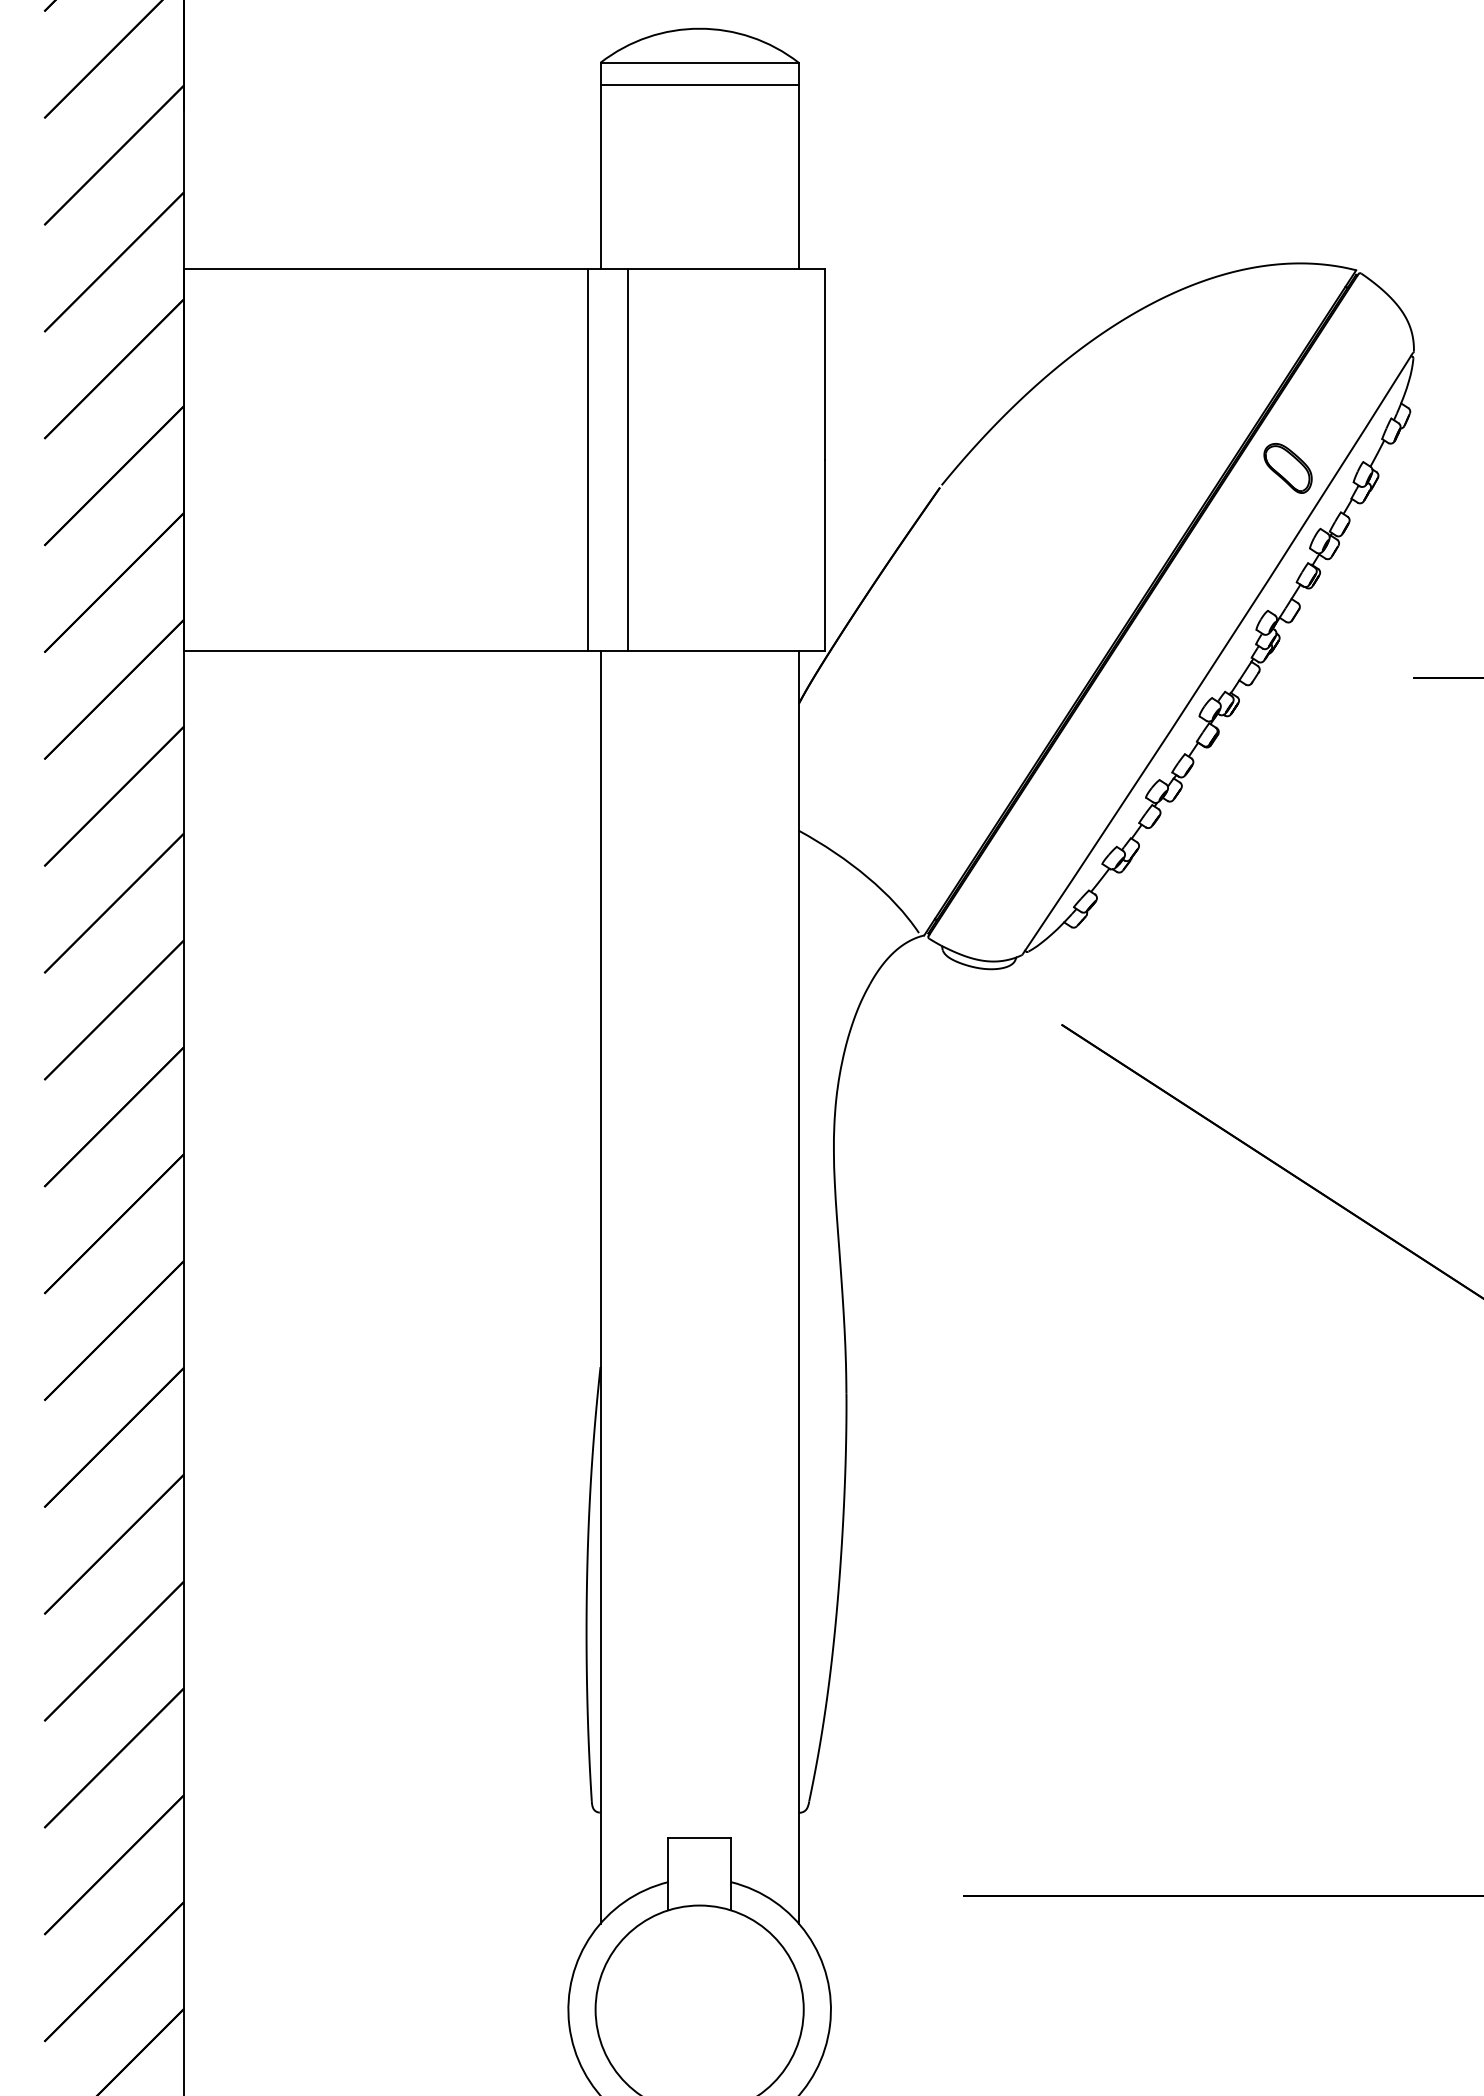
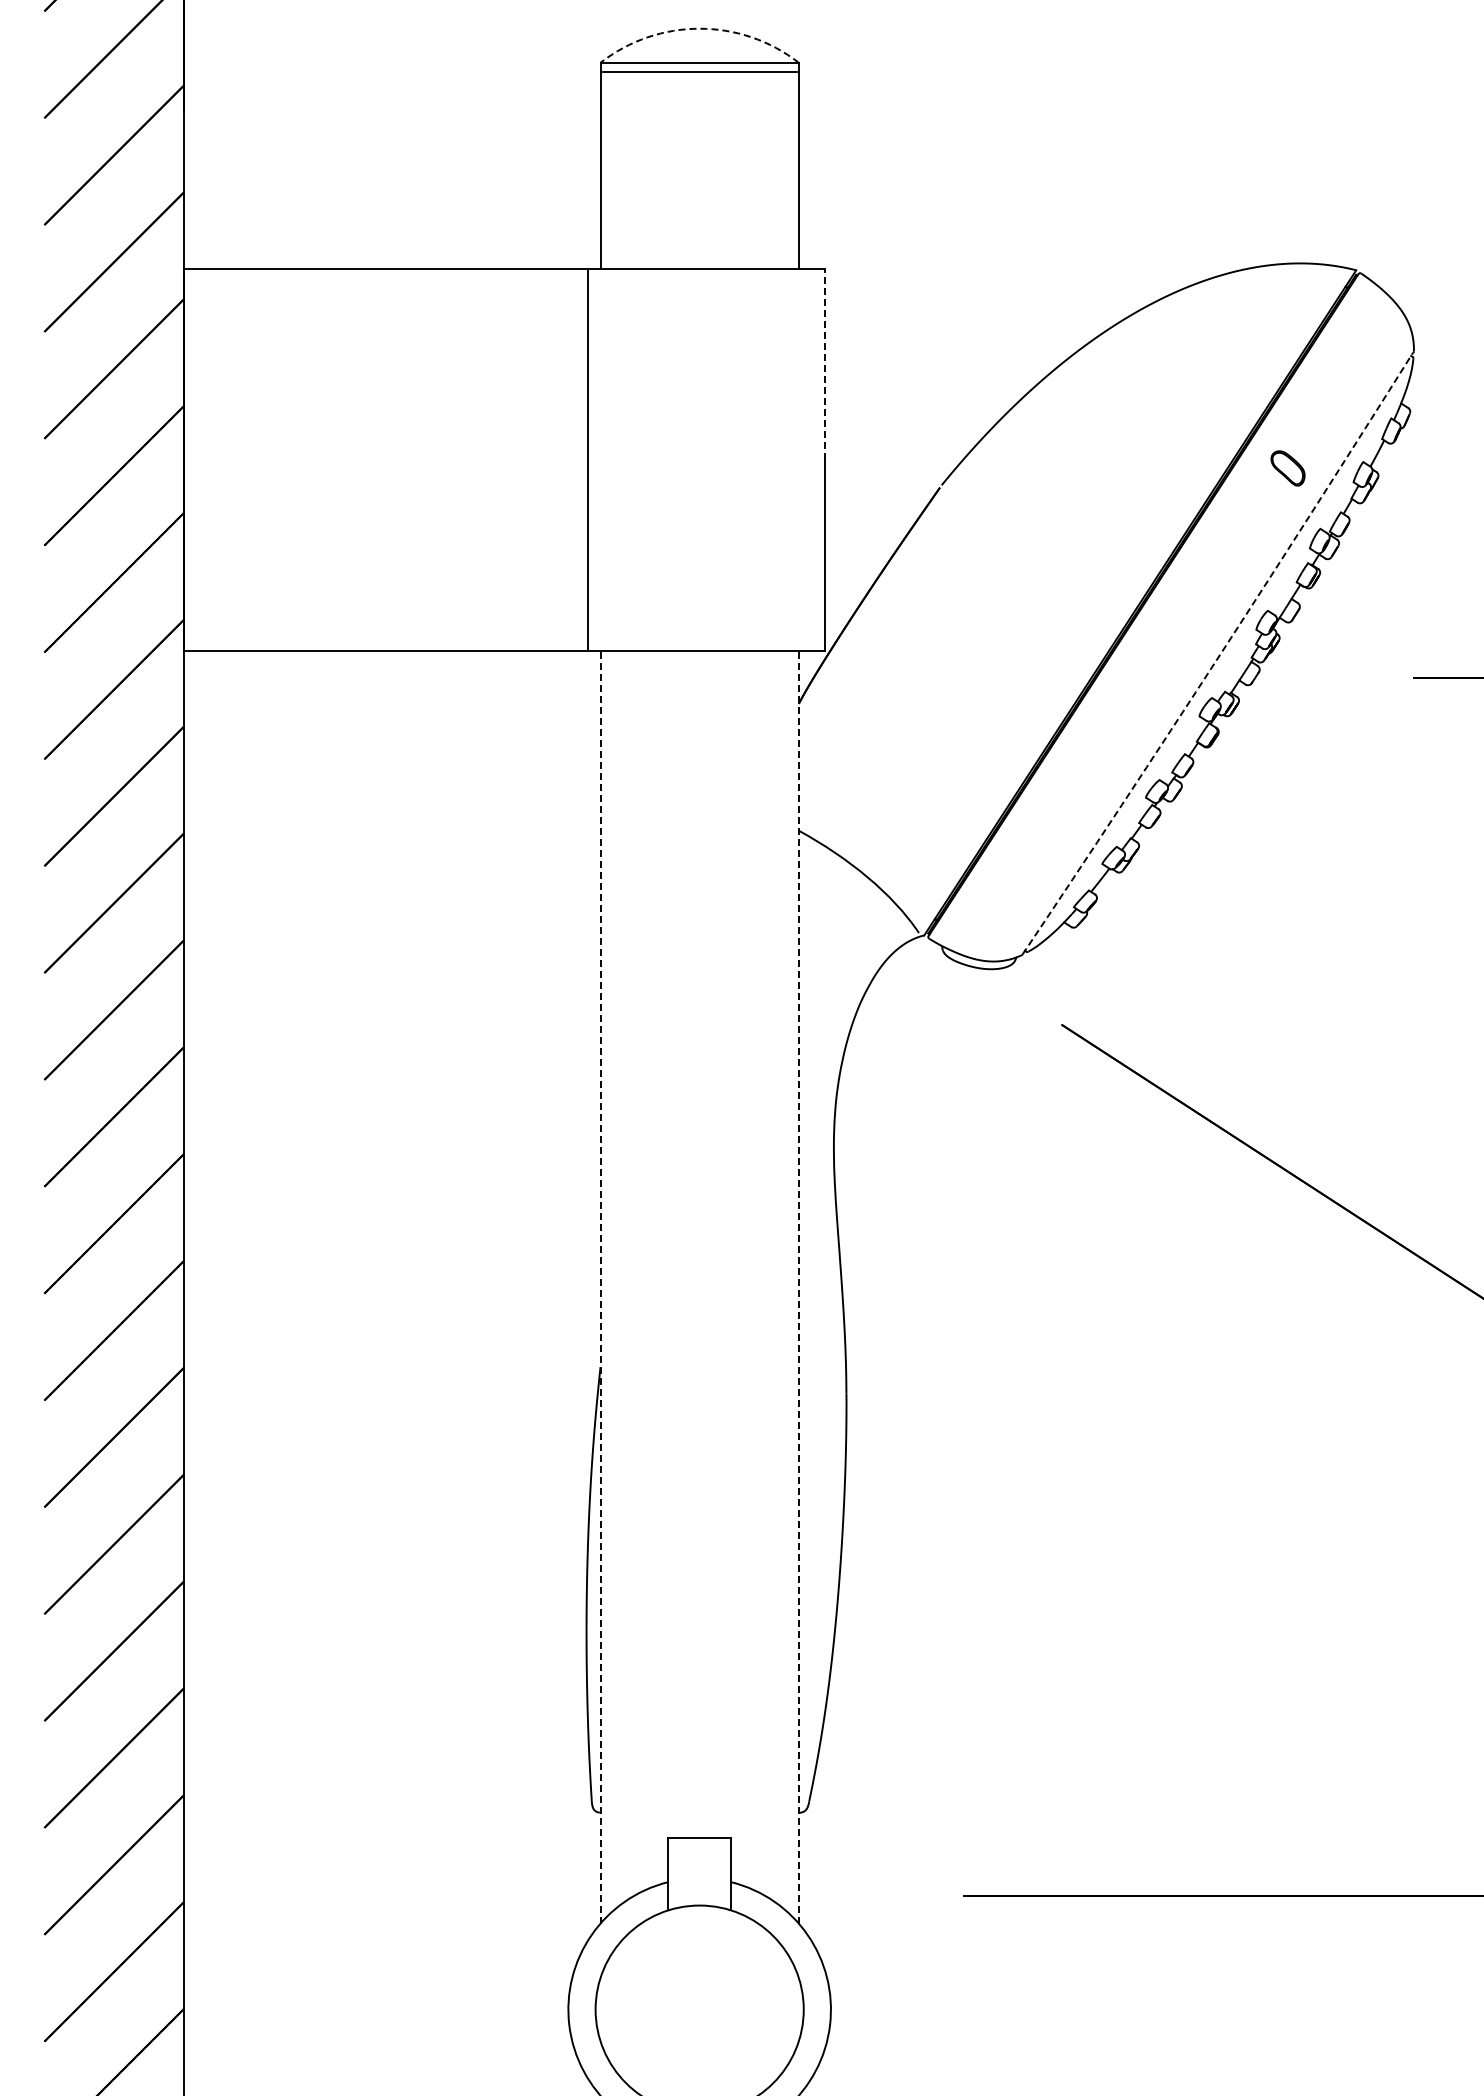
arc at (699, 28): solid -> dashed
line at (699, 85) position: (699, 85) -> (699, 72)
line at (824, 363): solid -> dashed
line at (627, 459): present -> none
part at (1287, 468) size: 50x51 px -> 36x37 px
arc at (1220, 654): solid -> dashed
line at (600, 1286): solid -> dashed
line at (798, 1286): solid -> dashed
